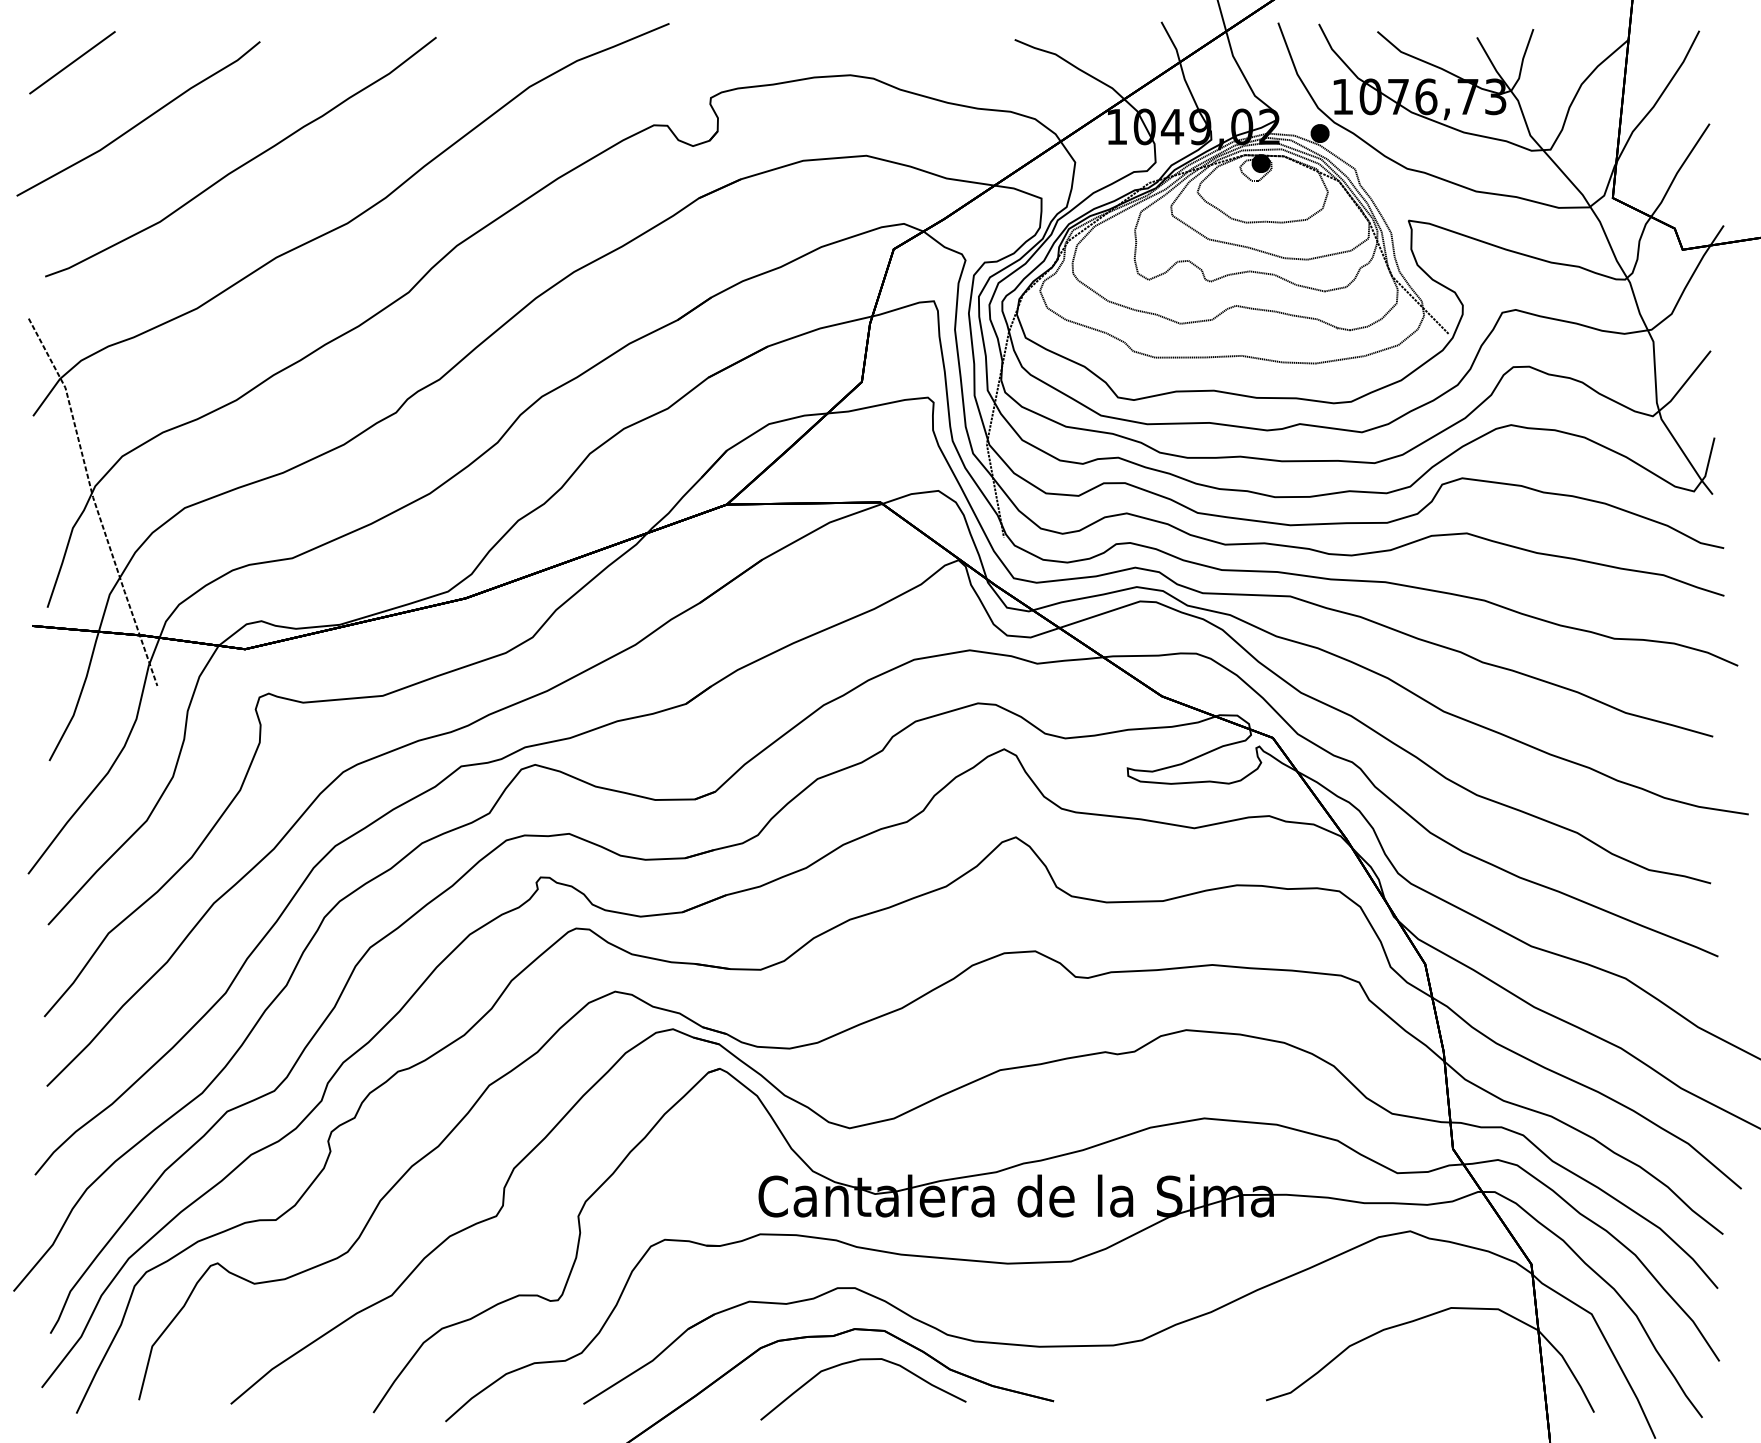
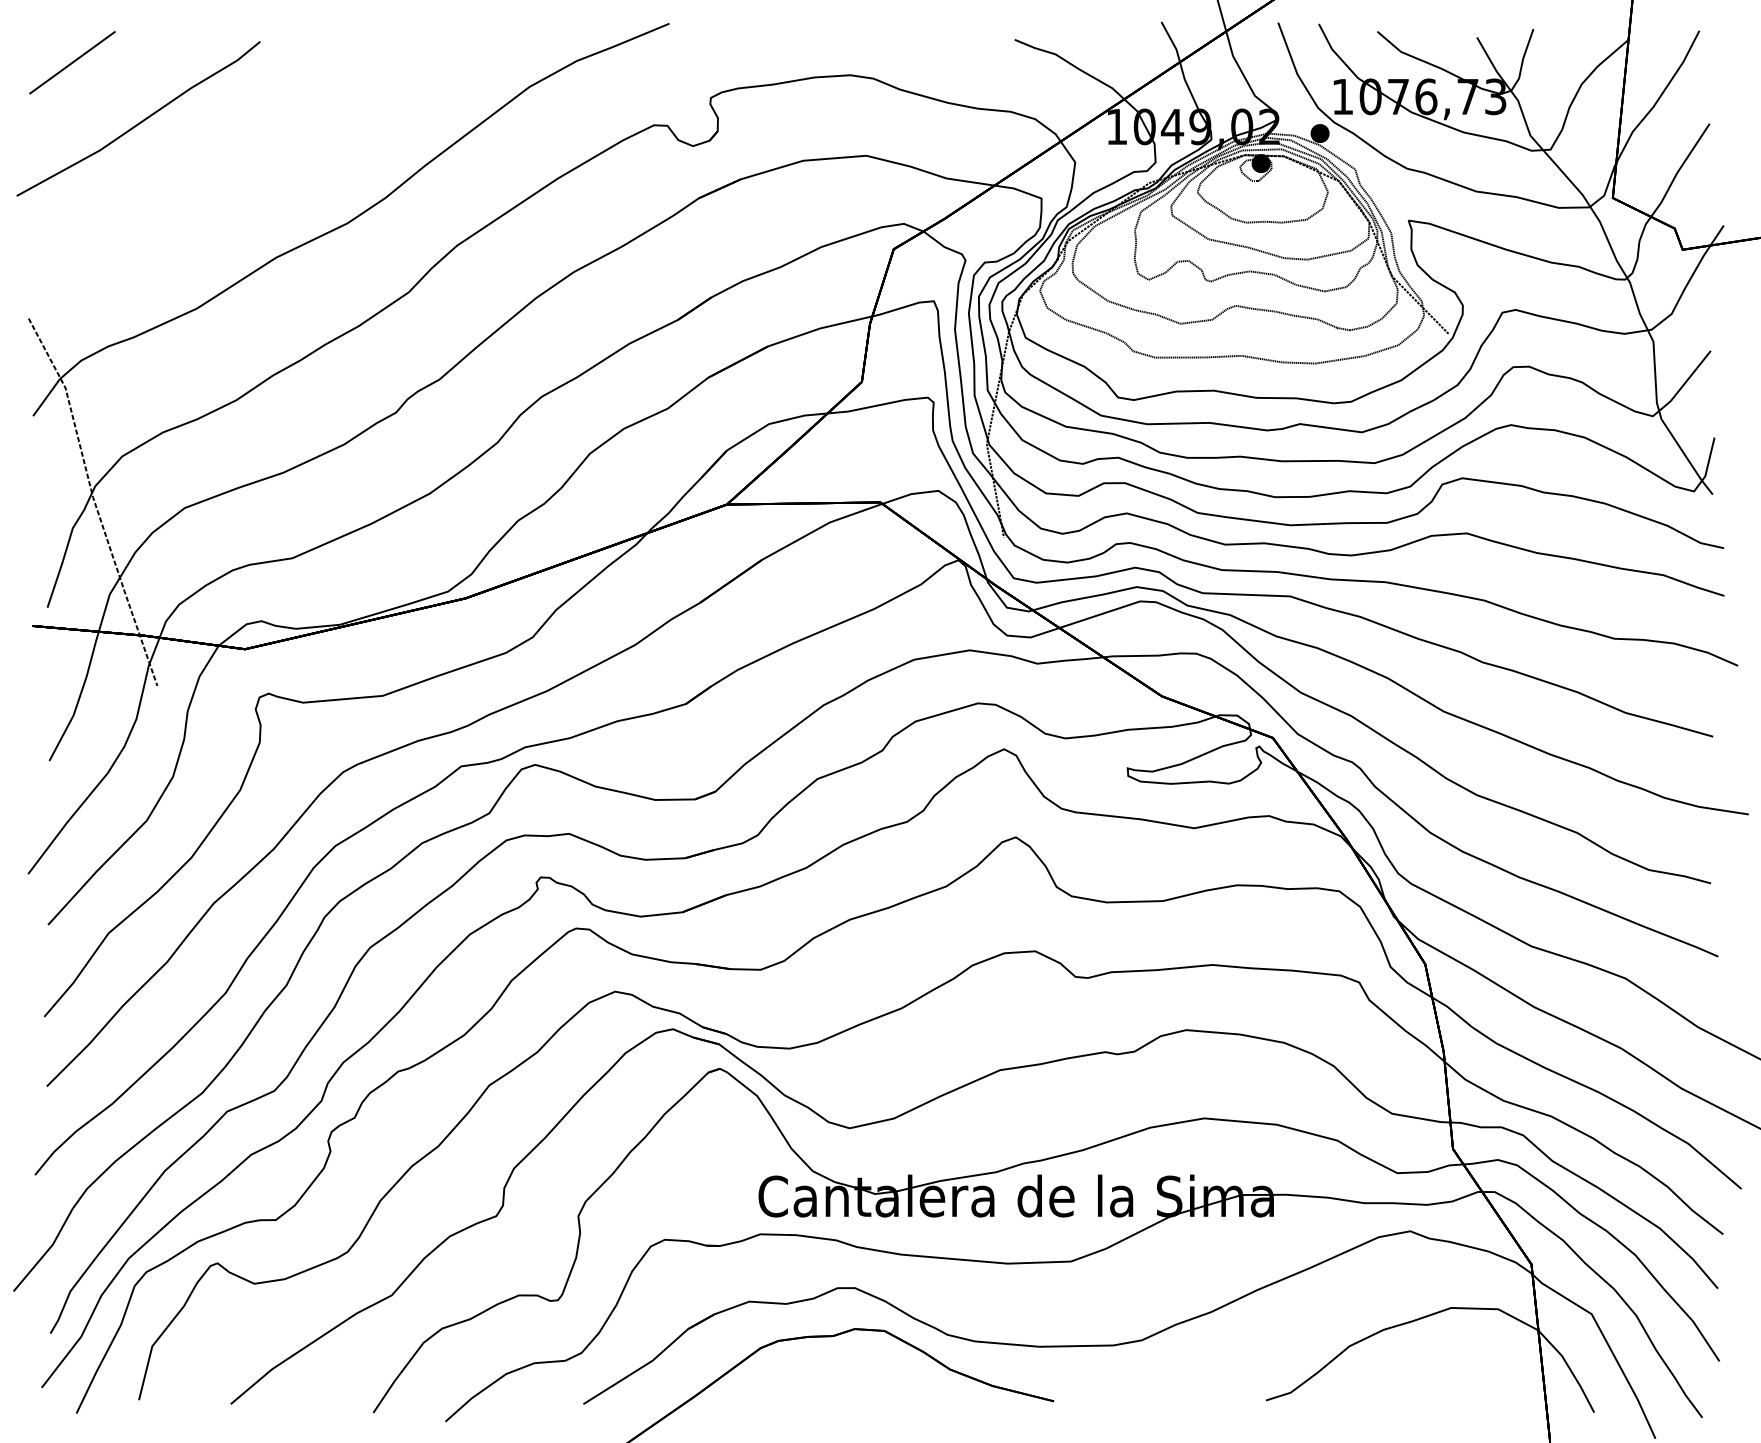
part at (243, 163): present -> none
part at (857, 1361): present -> none
